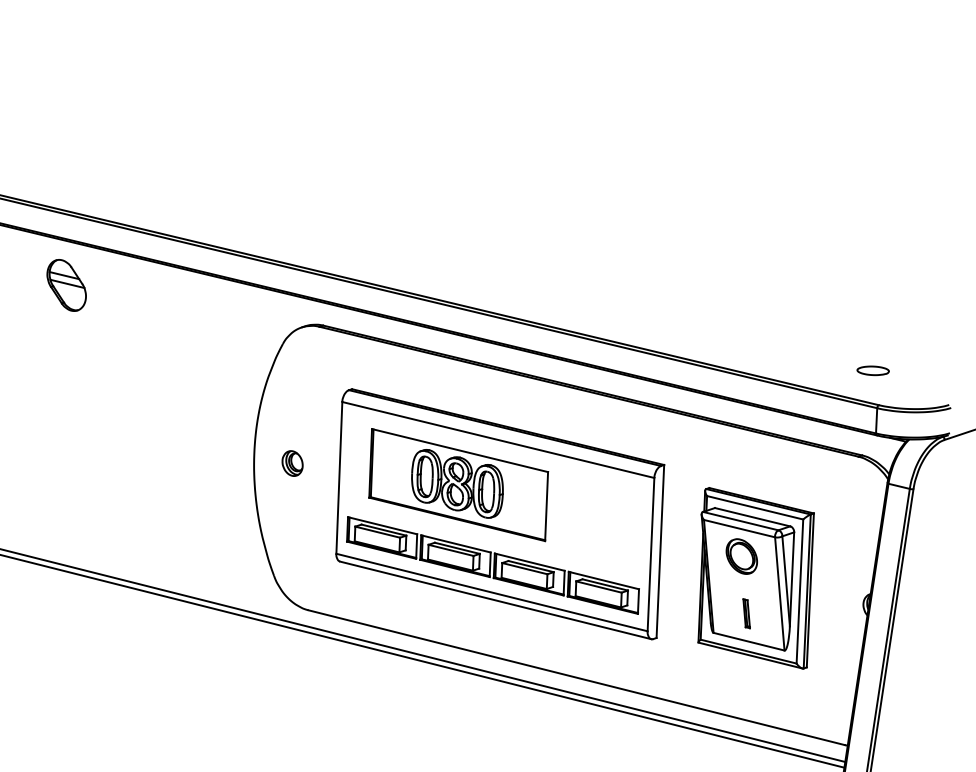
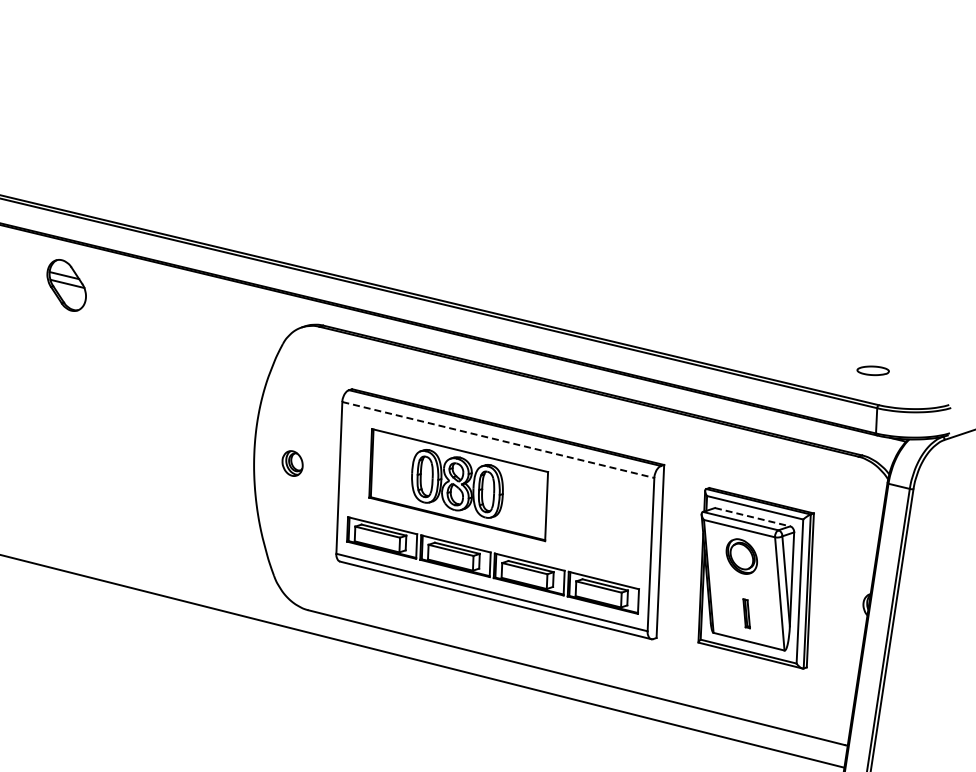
line at (498, 440): solid -> dashed
line at (752, 517): solid -> dashed
line at (423, 655): present -> none
